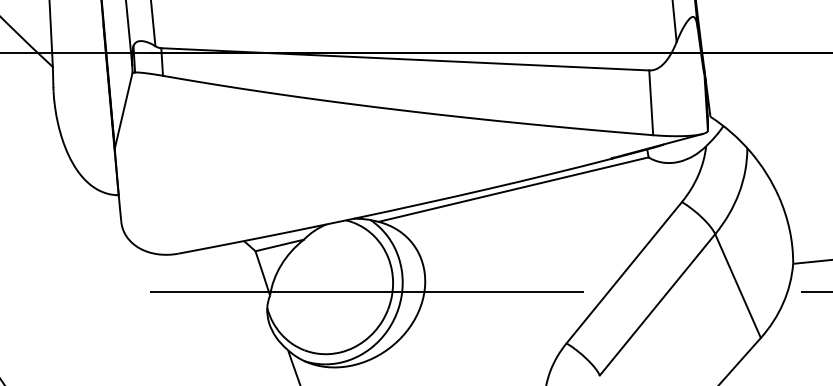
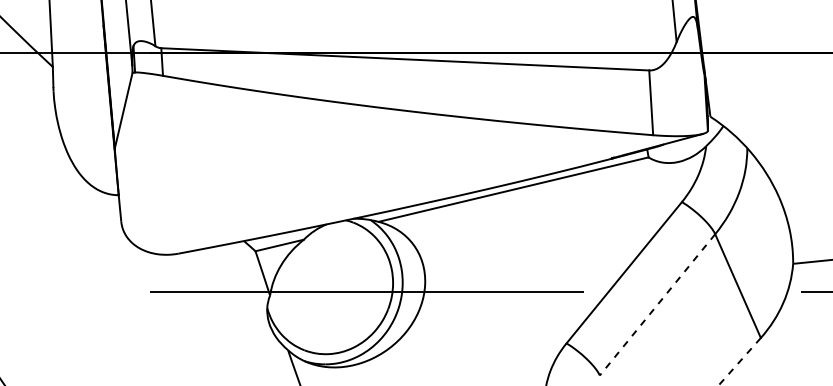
line at (657, 305): solid -> dashed
line at (739, 361): solid -> dashed
